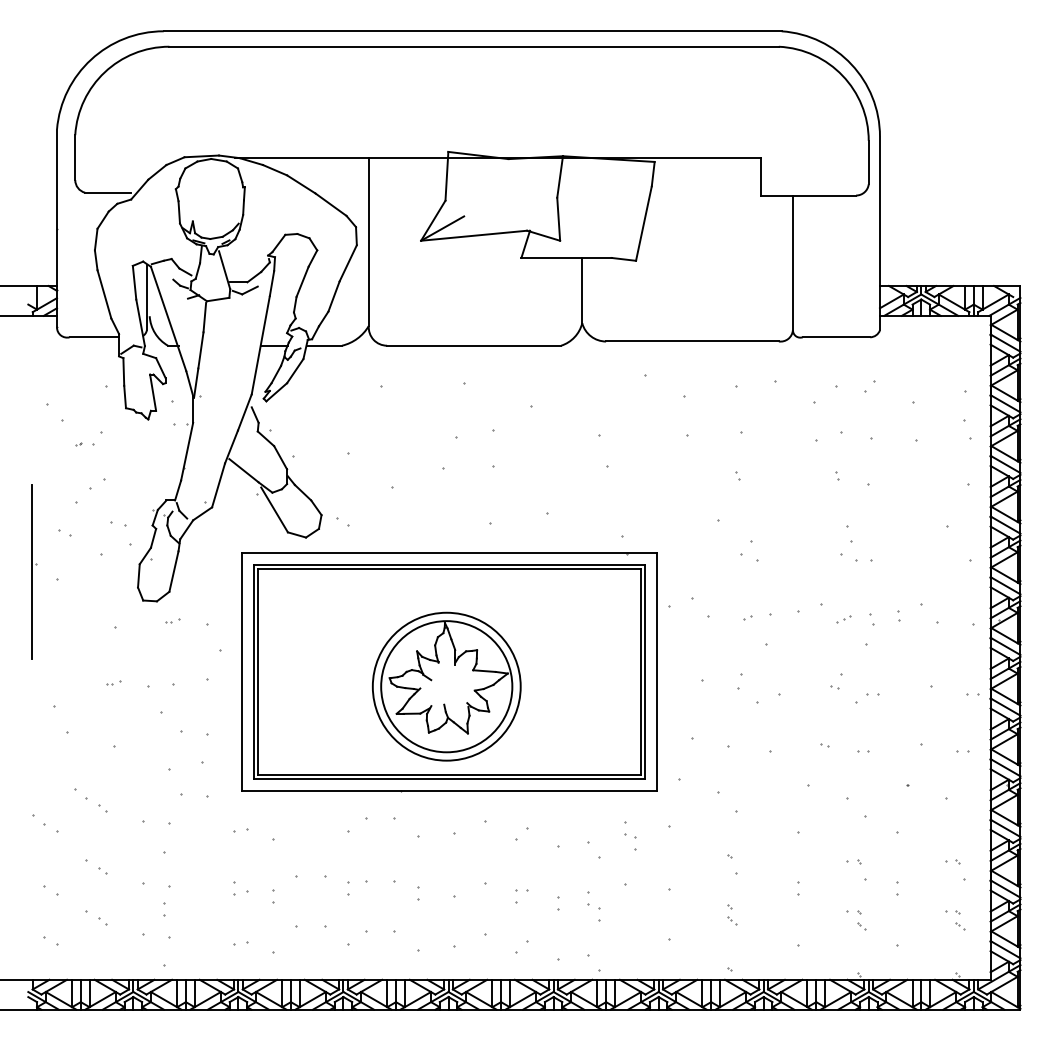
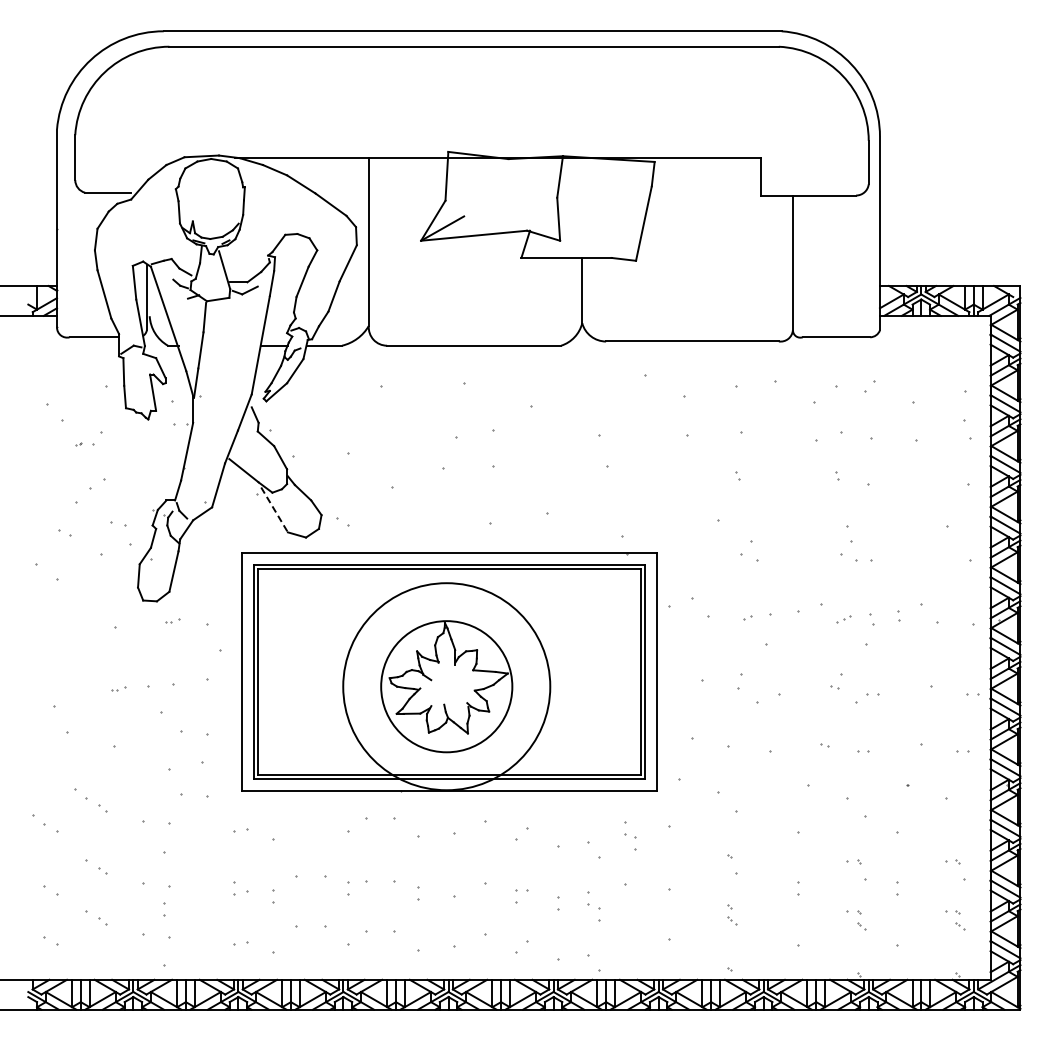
line at (274, 510): solid -> dashed
line at (31, 571): present -> none
part at (113, 682) position: (113, 682) -> (118, 688)
circle at (446, 686) diameter: 148 px -> 207 px
